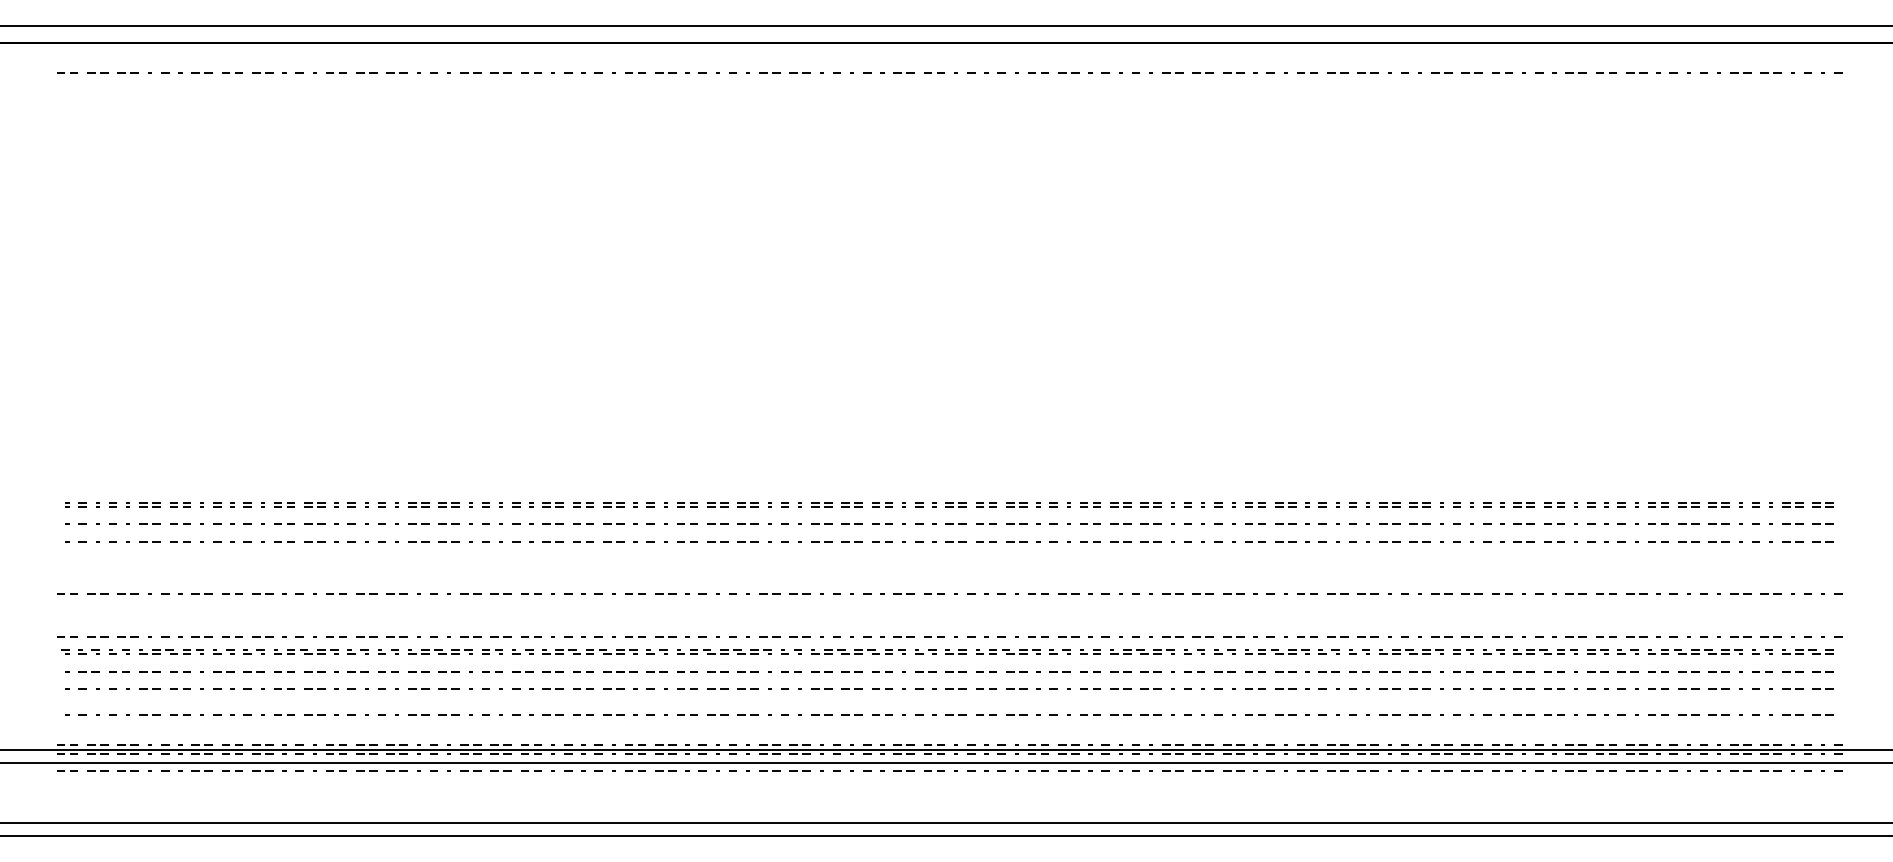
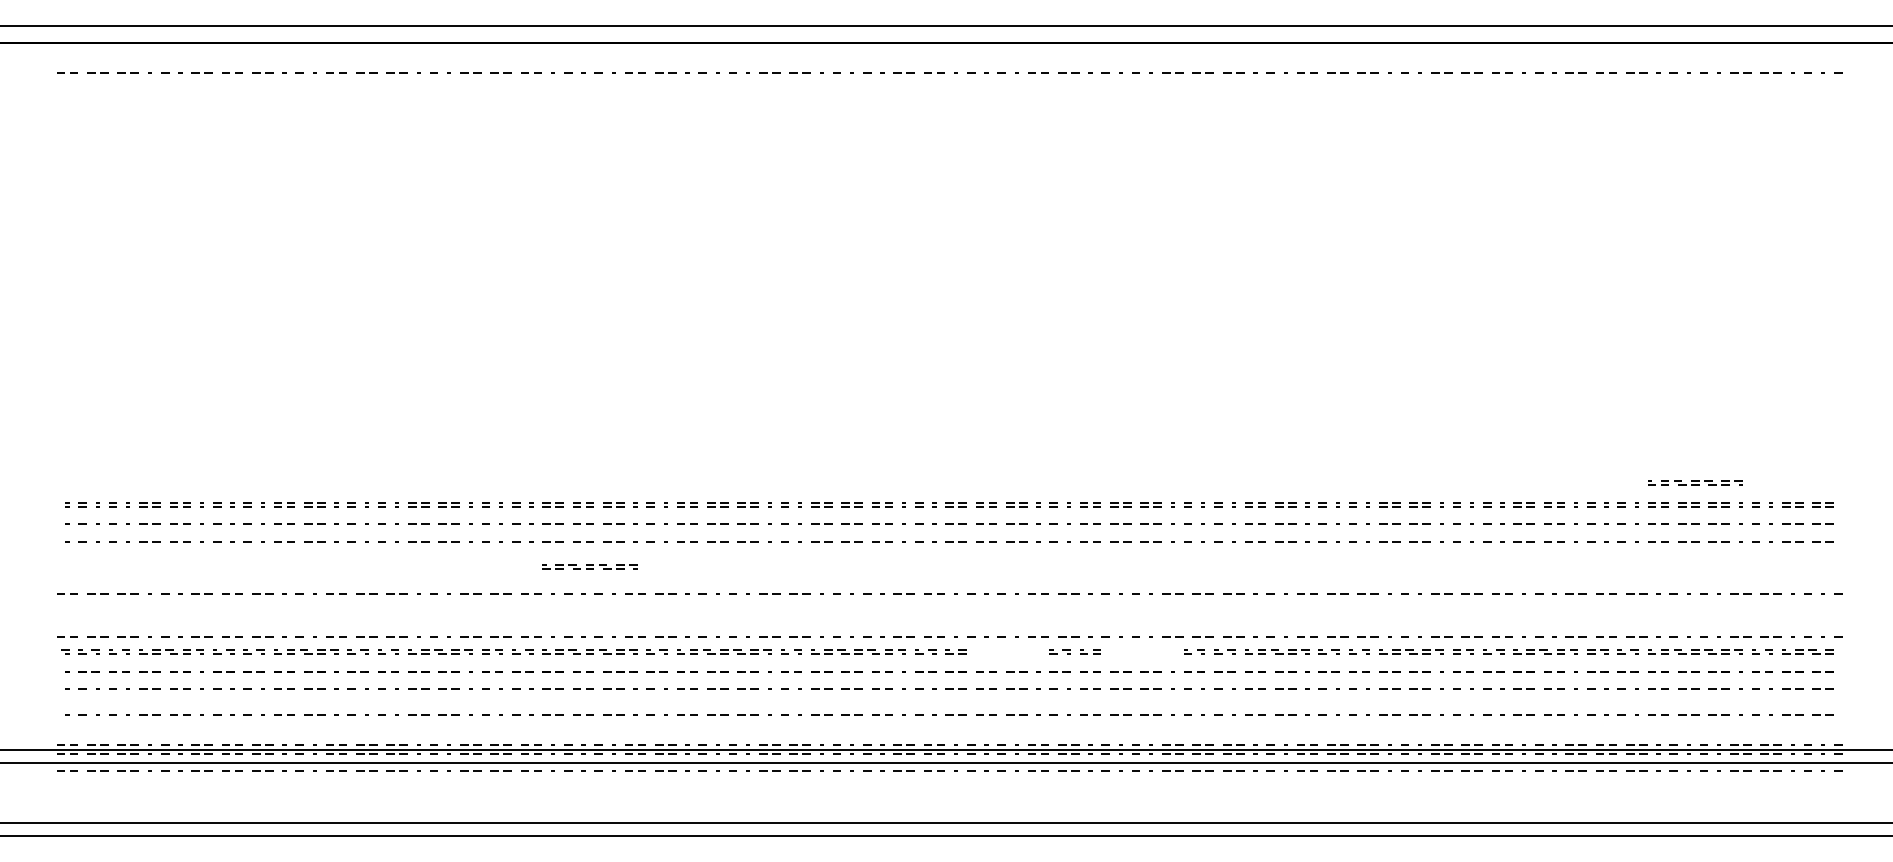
part at (1695, 482): none -> present
part at (589, 566): none -> present
part at (1008, 651): present -> none
part at (1142, 651): present -> none
